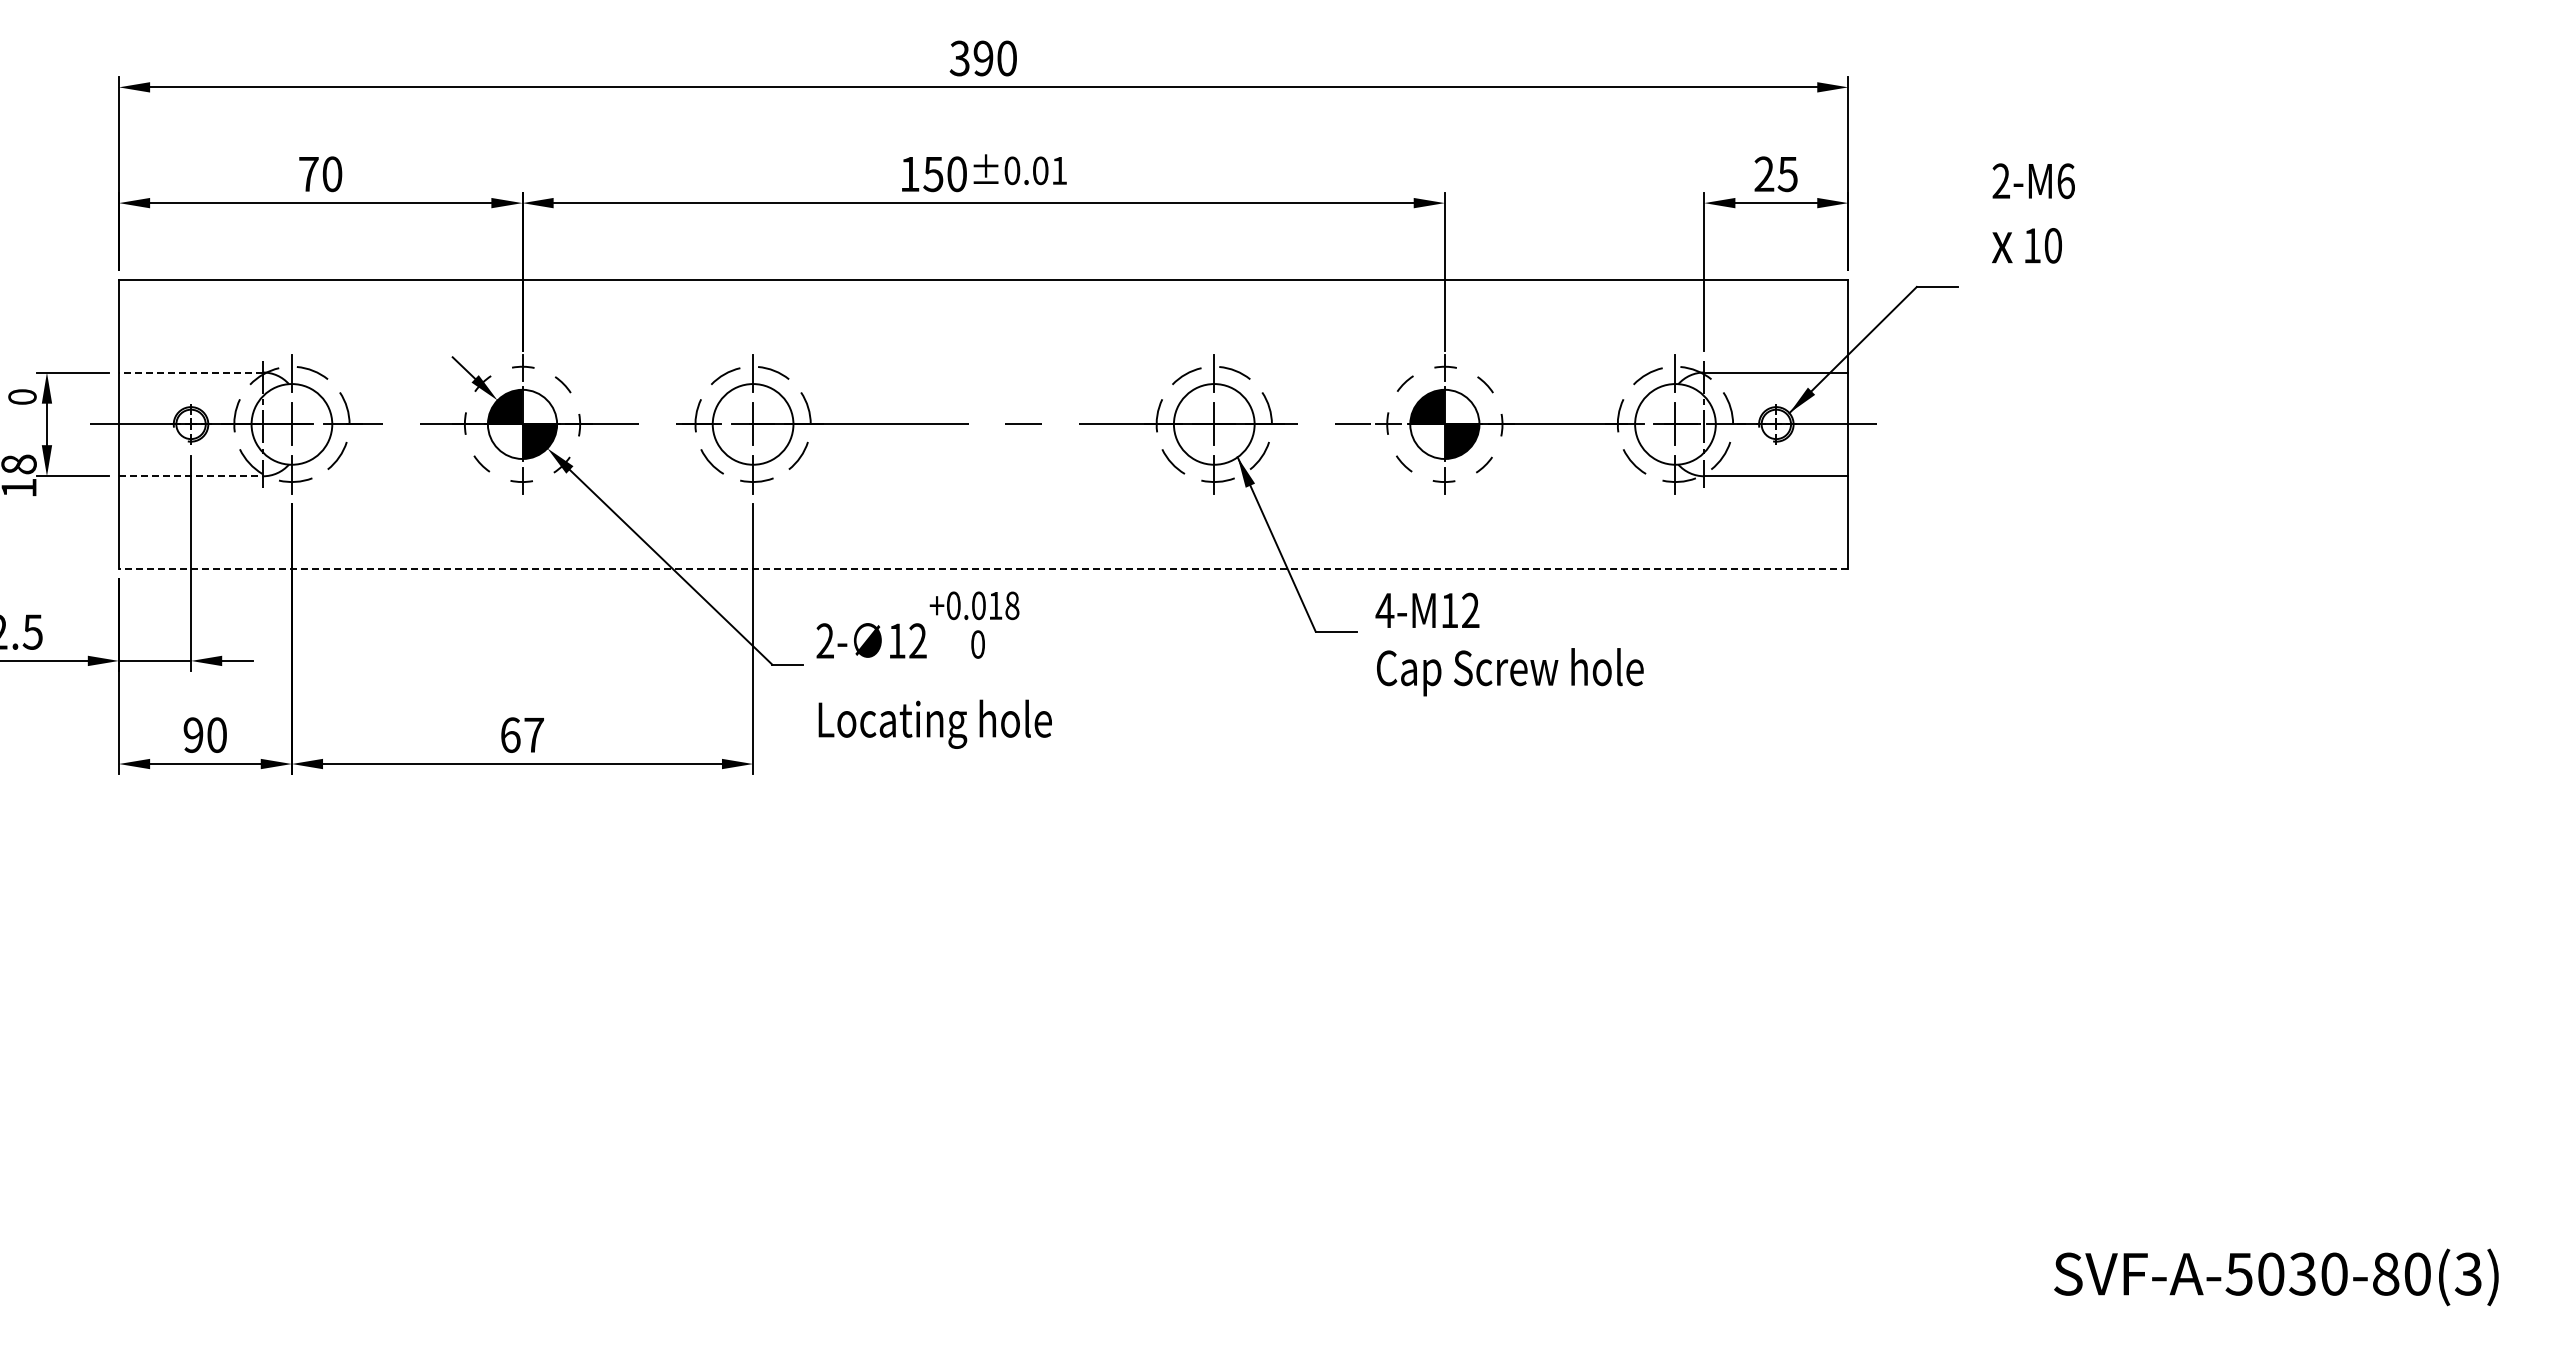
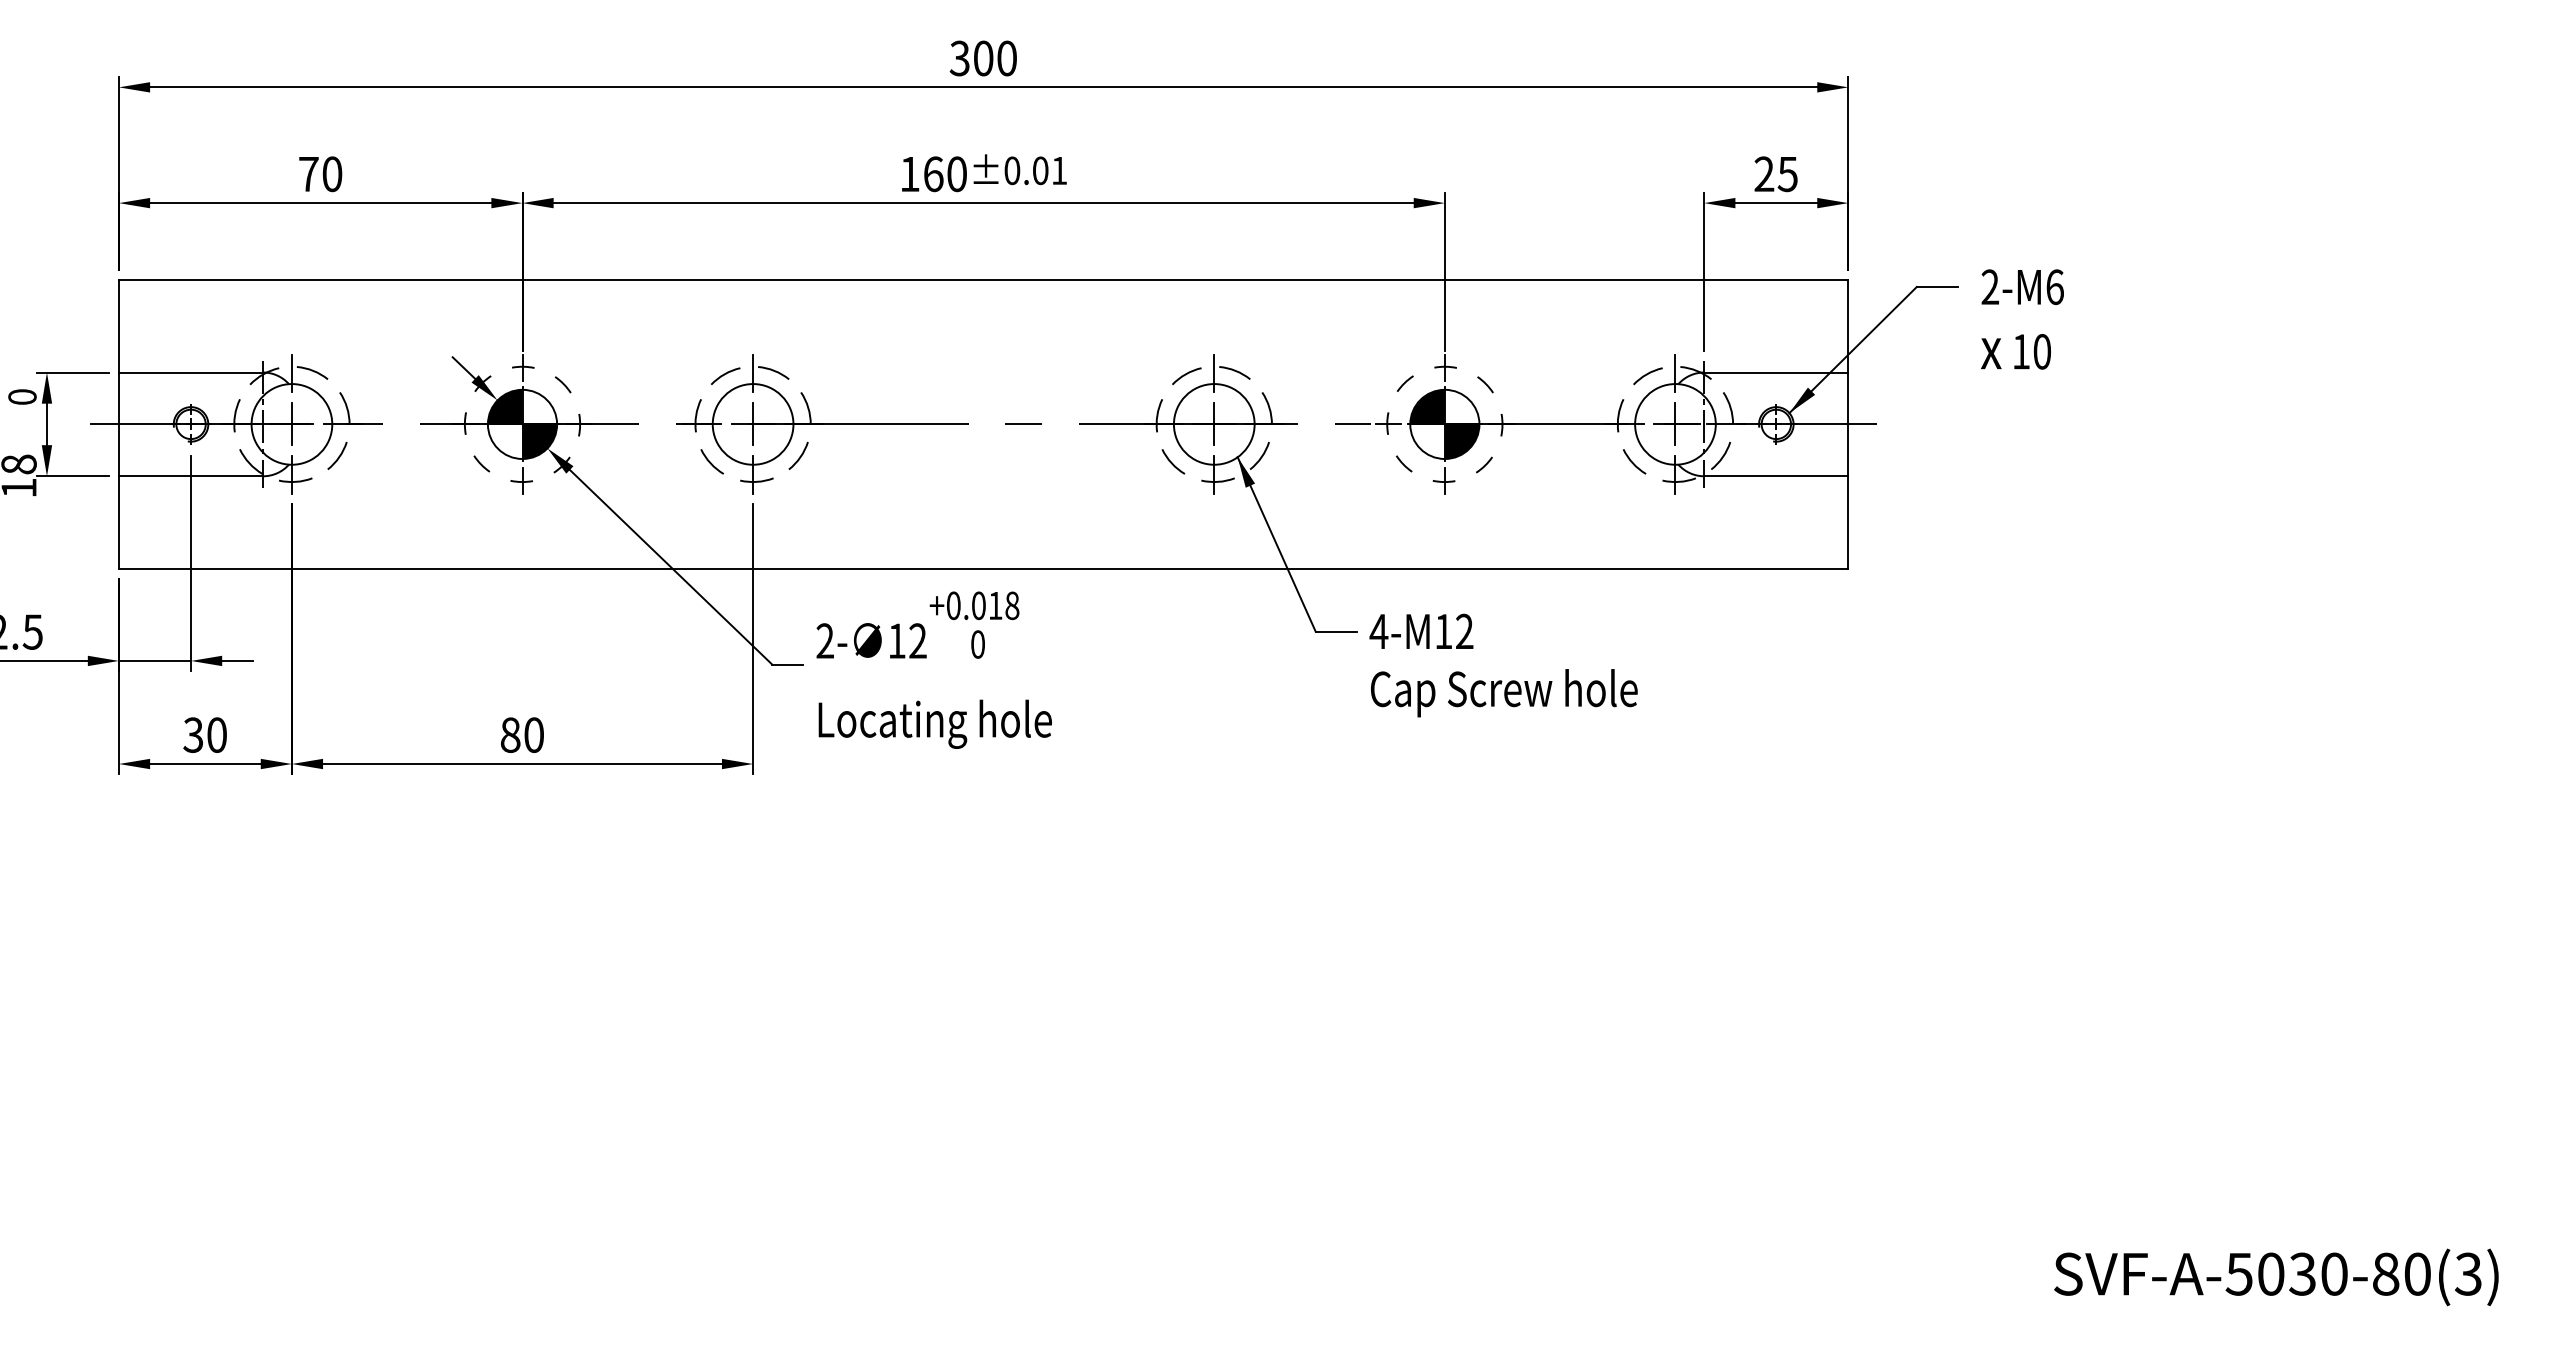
text at (983, 58): 390 -> 300
text at (933, 174): 150 -> 160
text at (2033, 213) position: (2033, 213) -> (2022, 319)
line at (190, 372): dashed -> solid
line at (191, 476): dashed -> solid
line at (983, 568): dashed -> solid
text at (1509, 644) position: (1509, 644) -> (1503, 665)
text at (193, 734): 90 -> 30
text at (522, 734): 67 -> 80
